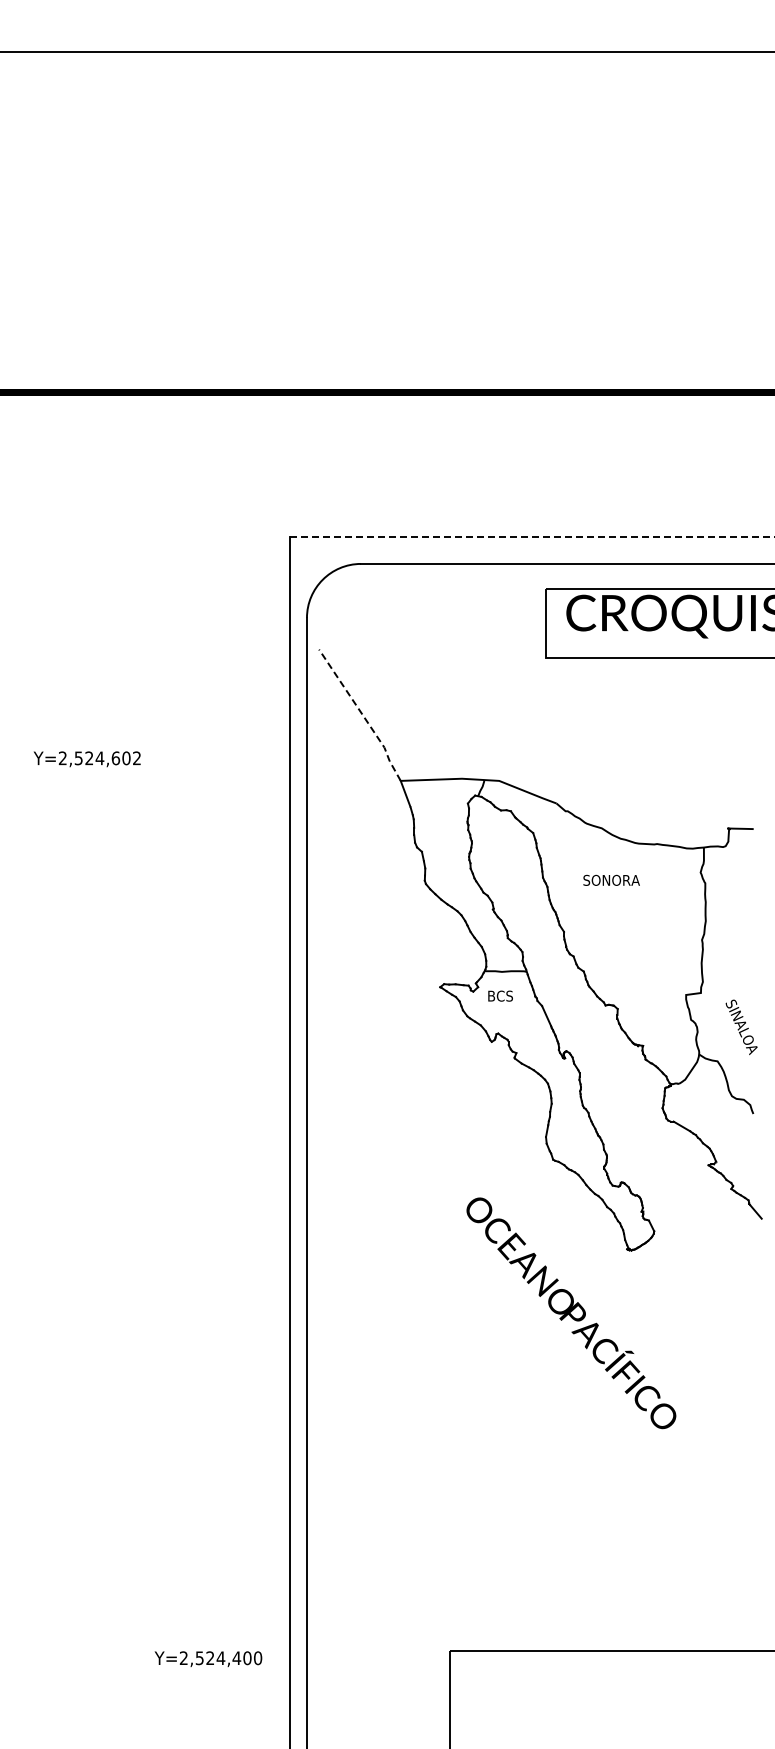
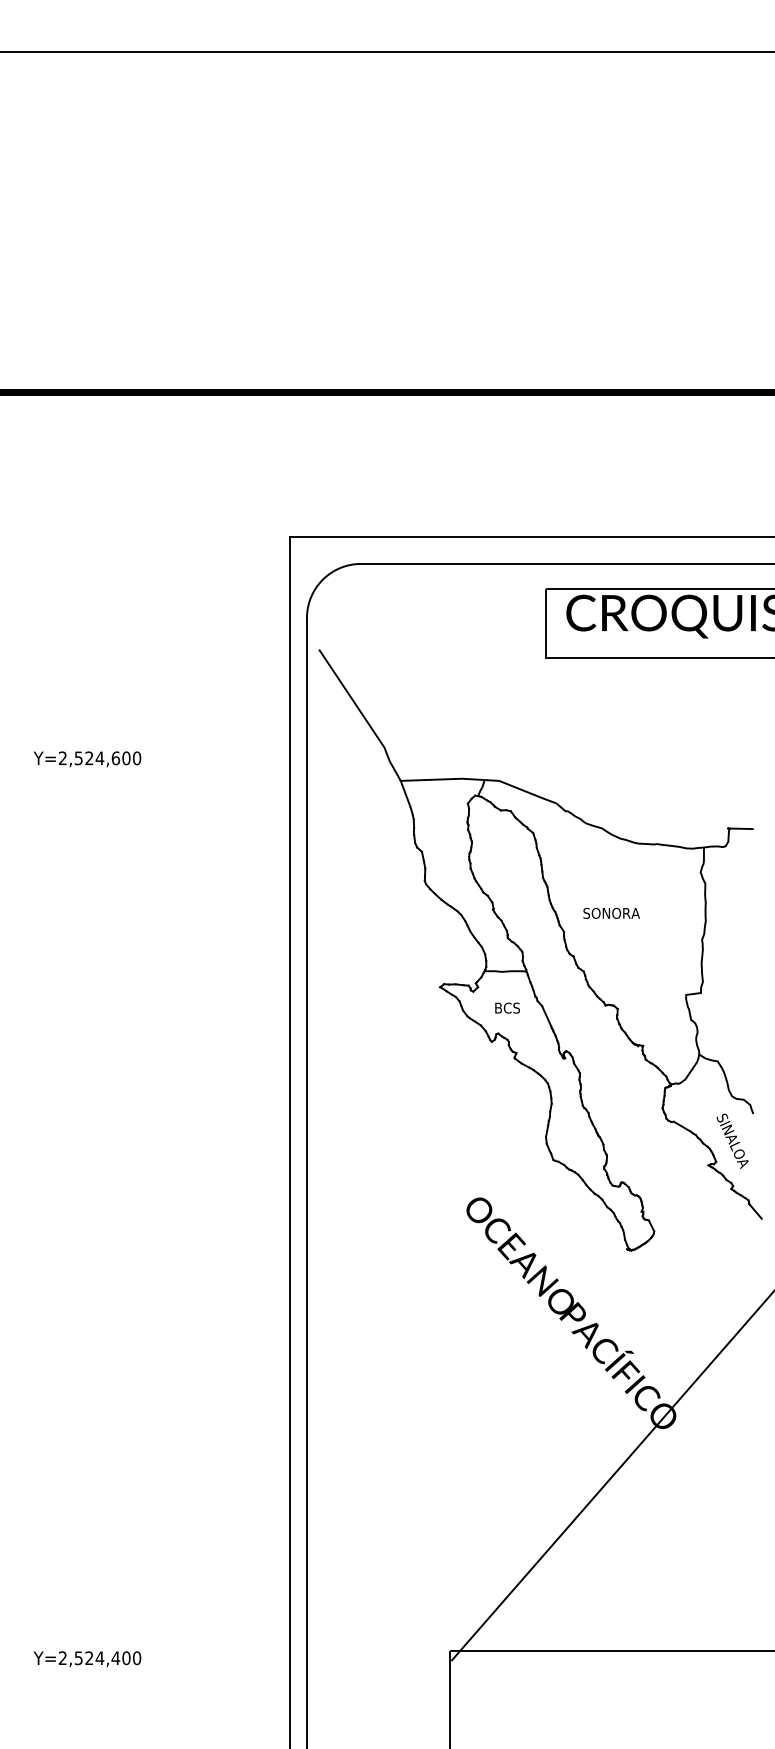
line at (532, 537): dashed -> solid
line at (362, 715): dashed -> solid
text at (137, 758): Y=2,524,602 -> Y=2,524,600
text at (611, 879) position: (611, 879) -> (611, 912)
text at (500, 995) position: (500, 995) -> (507, 1007)
text at (741, 1026) position: (741, 1026) -> (732, 1140)
line at (611, 1477): none -> present
text at (208, 1658) position: (208, 1658) -> (87, 1658)
